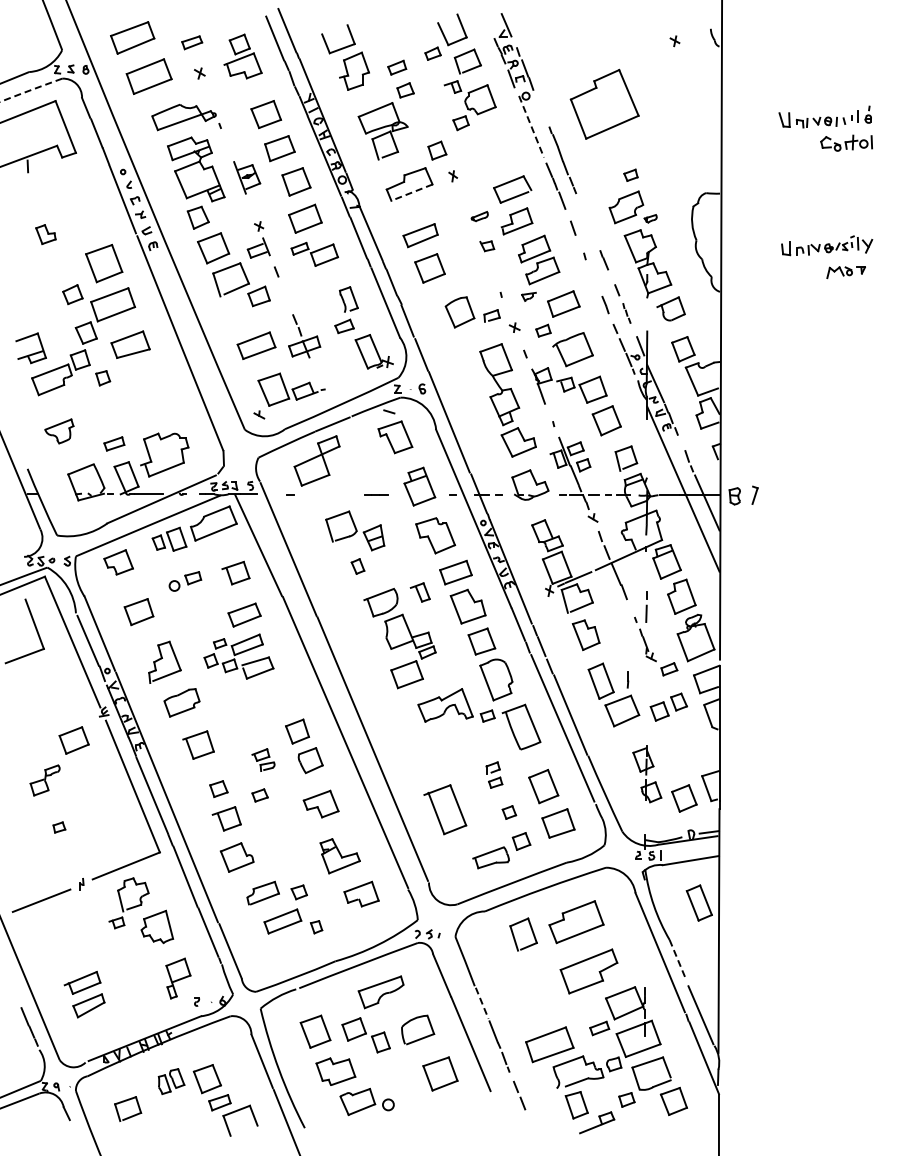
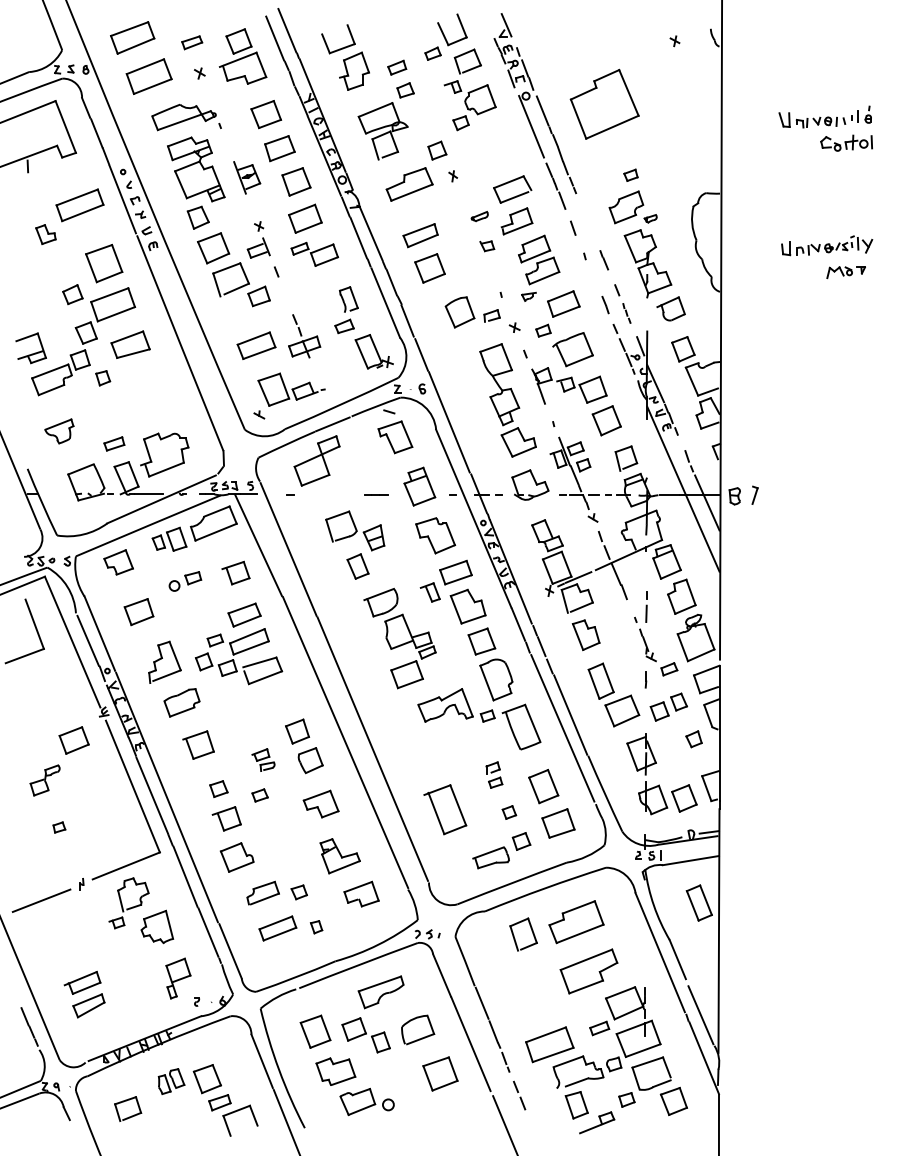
part at (242, 56) size: 40x47 px -> 50x57 px
arc at (30, 90): dashed -> solid
line at (542, 110): none -> present
line at (531, 127): dashed -> solid
line at (411, 192): dashed -> solid
part at (79, 205): none -> present
part at (357, 566) size: 16x17 px -> 24x27 px
part at (419, 592) position: (419, 592) -> (429, 592)
part at (238, 656) size: 72x47 px -> 90x58 px
part at (627, 679) position: (627, 679) -> (645, 679)
part at (693, 739): none -> present
part at (647, 774) size: 31x59 px -> 43x83 px
part at (282, 921) position: (282, 921) -> (277, 928)
line at (677, 960): dashed -> solid
line at (482, 1003): dashed -> solid
line at (504, 1124): none -> present
